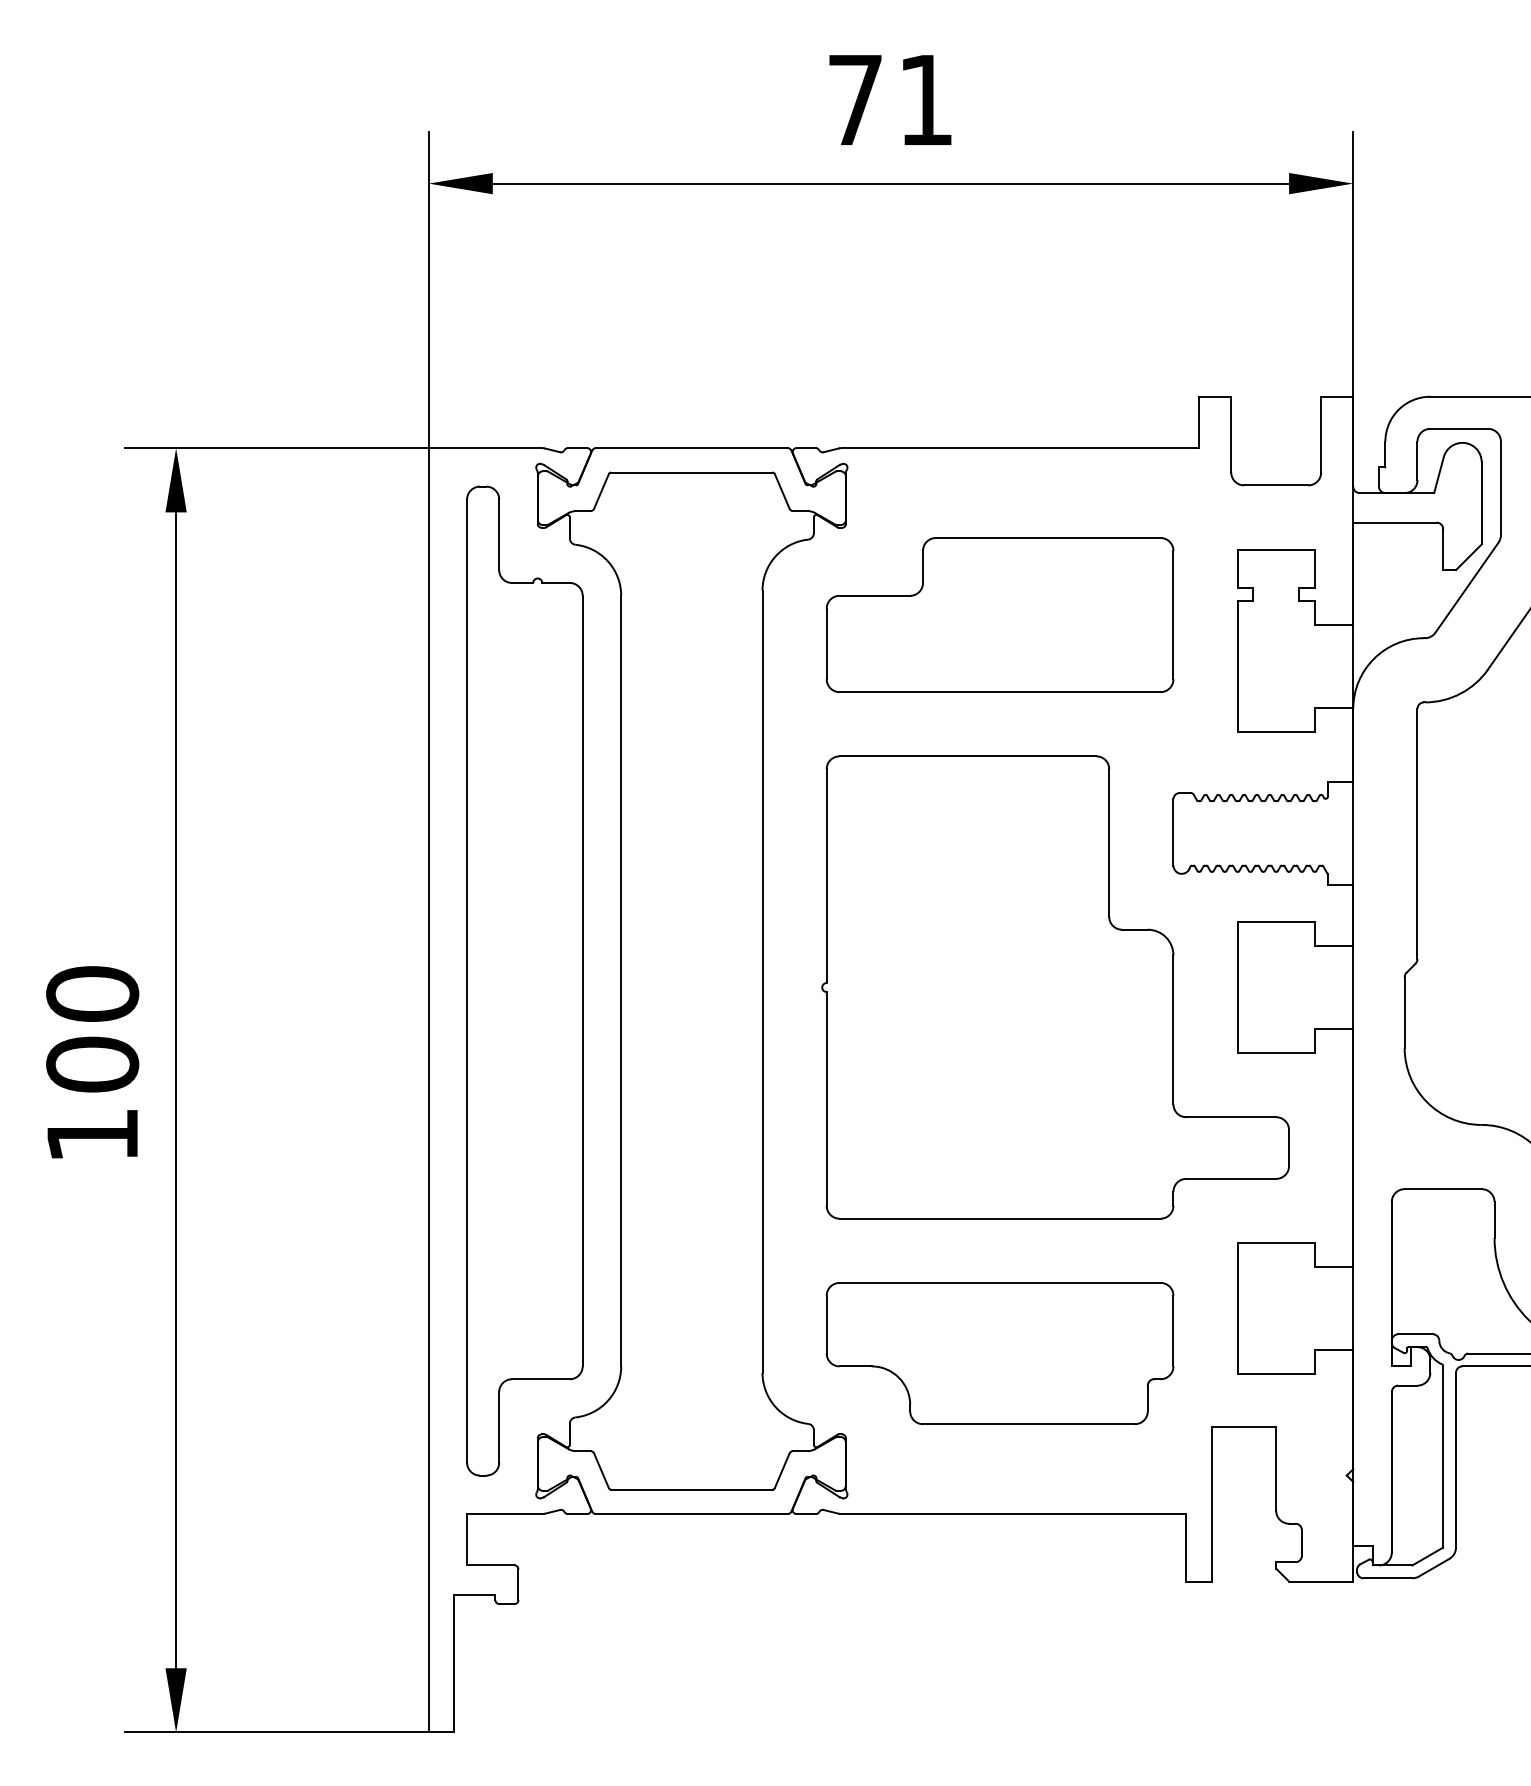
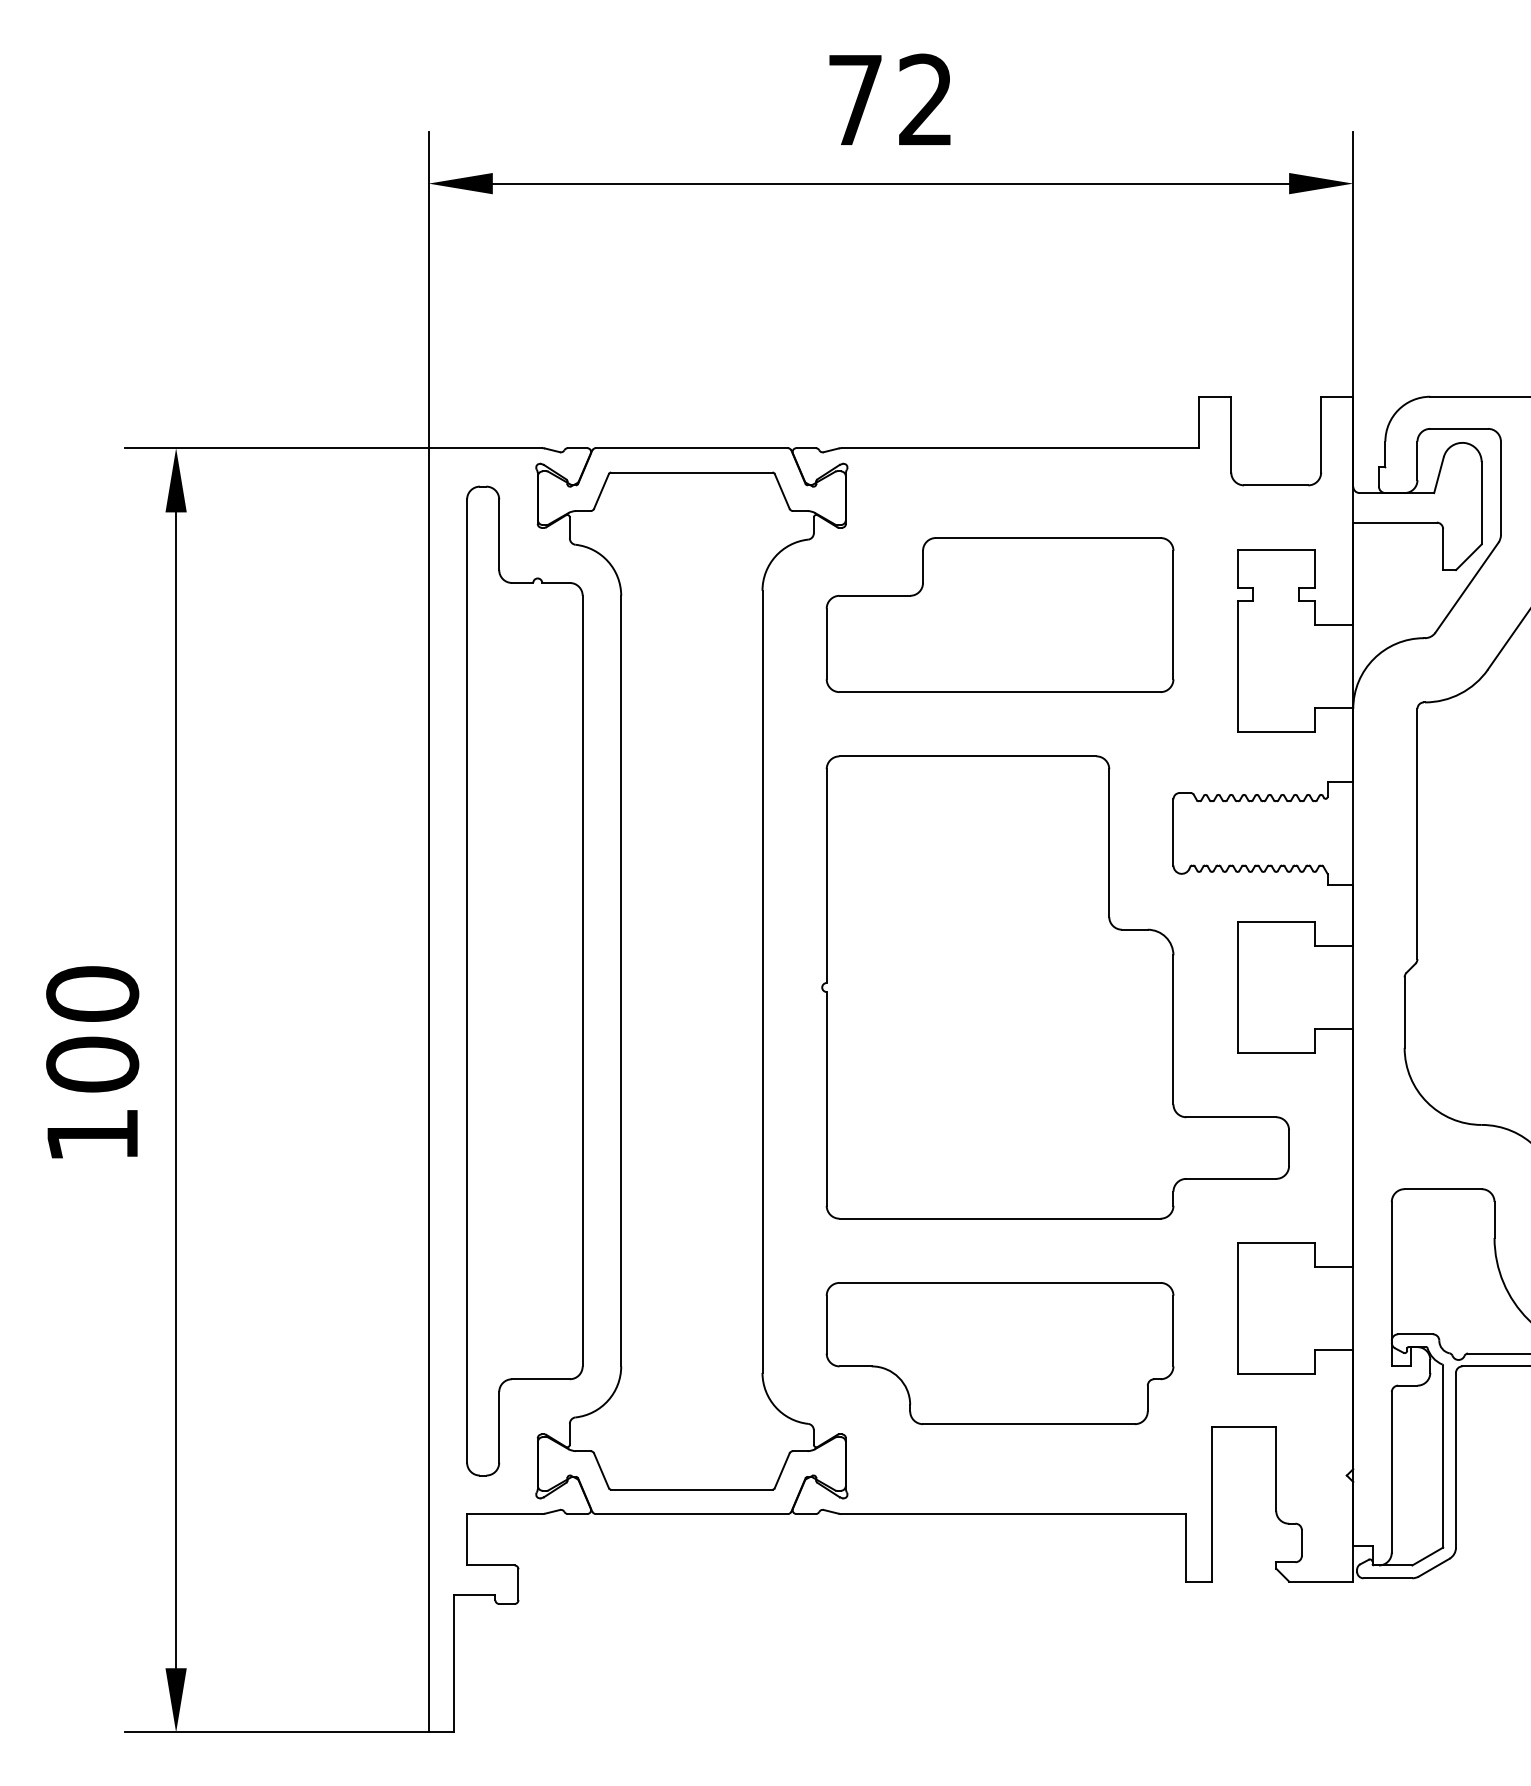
text at (925, 99): 71 -> 72
